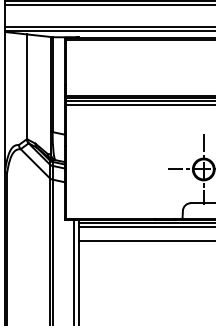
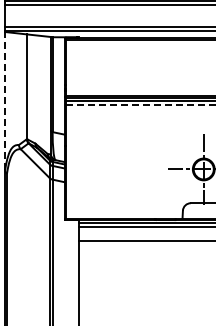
line at (5, 100): solid -> dashed
line at (140, 105): solid -> dashed
line at (73, 270): present -> none
